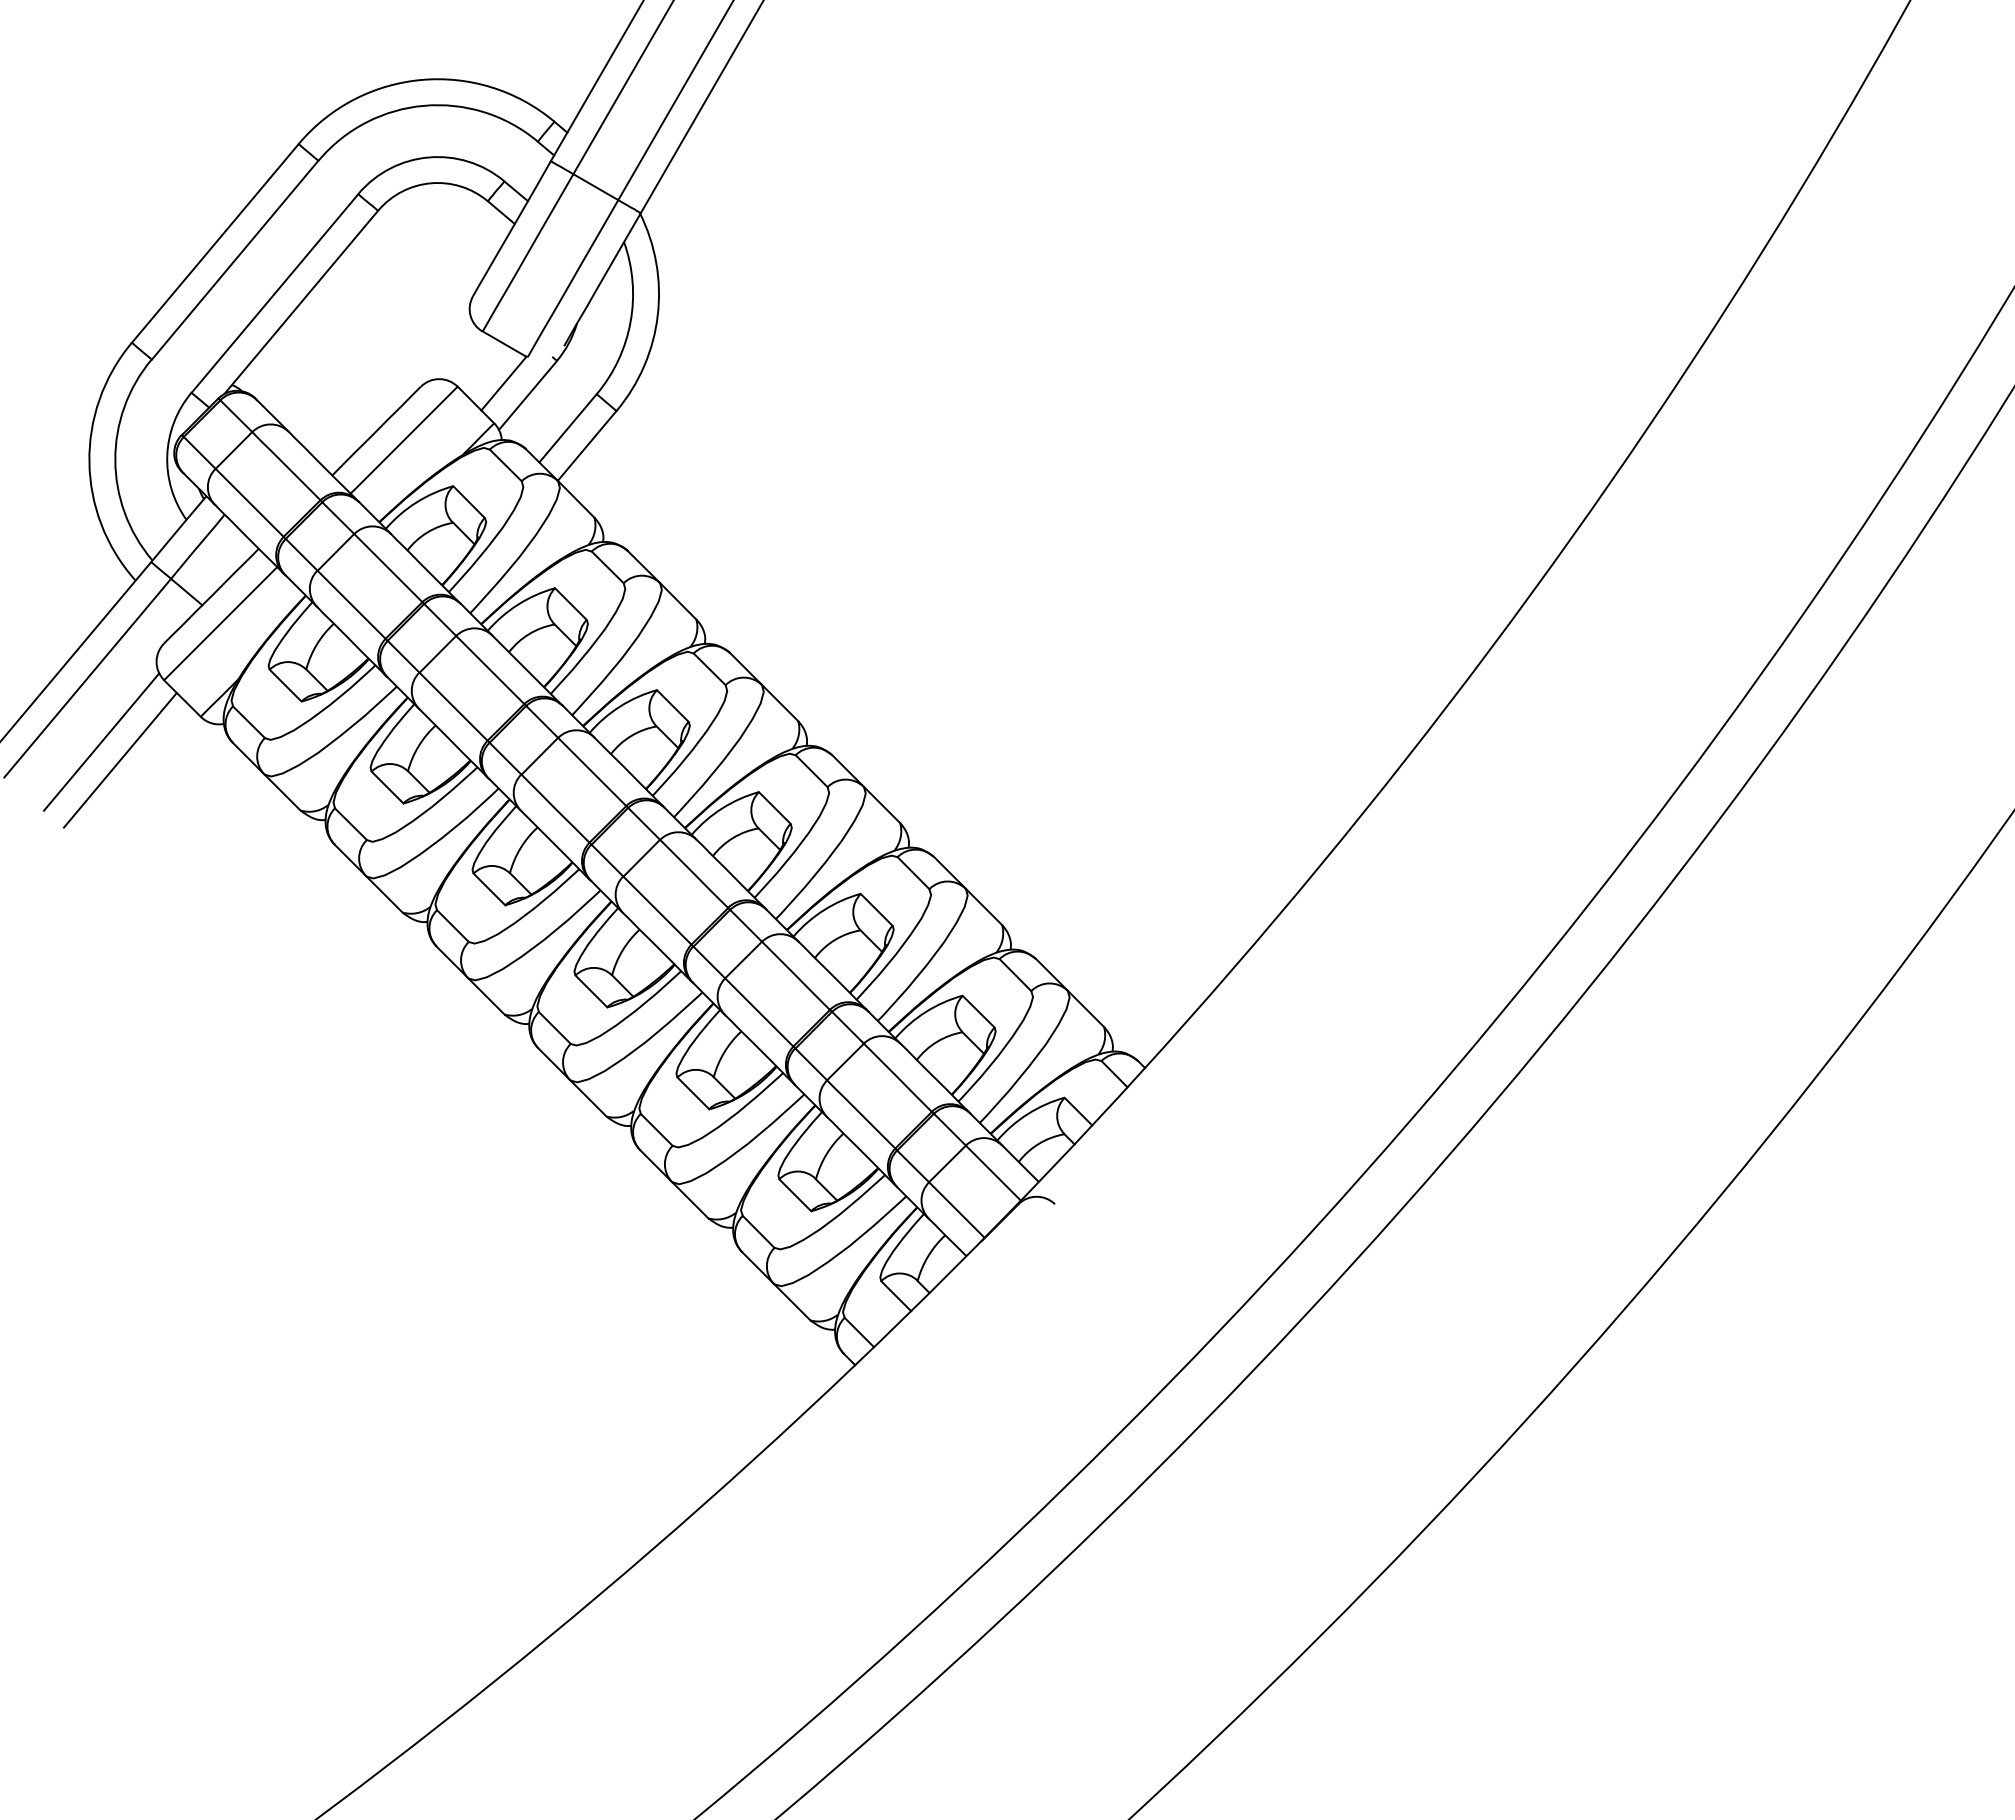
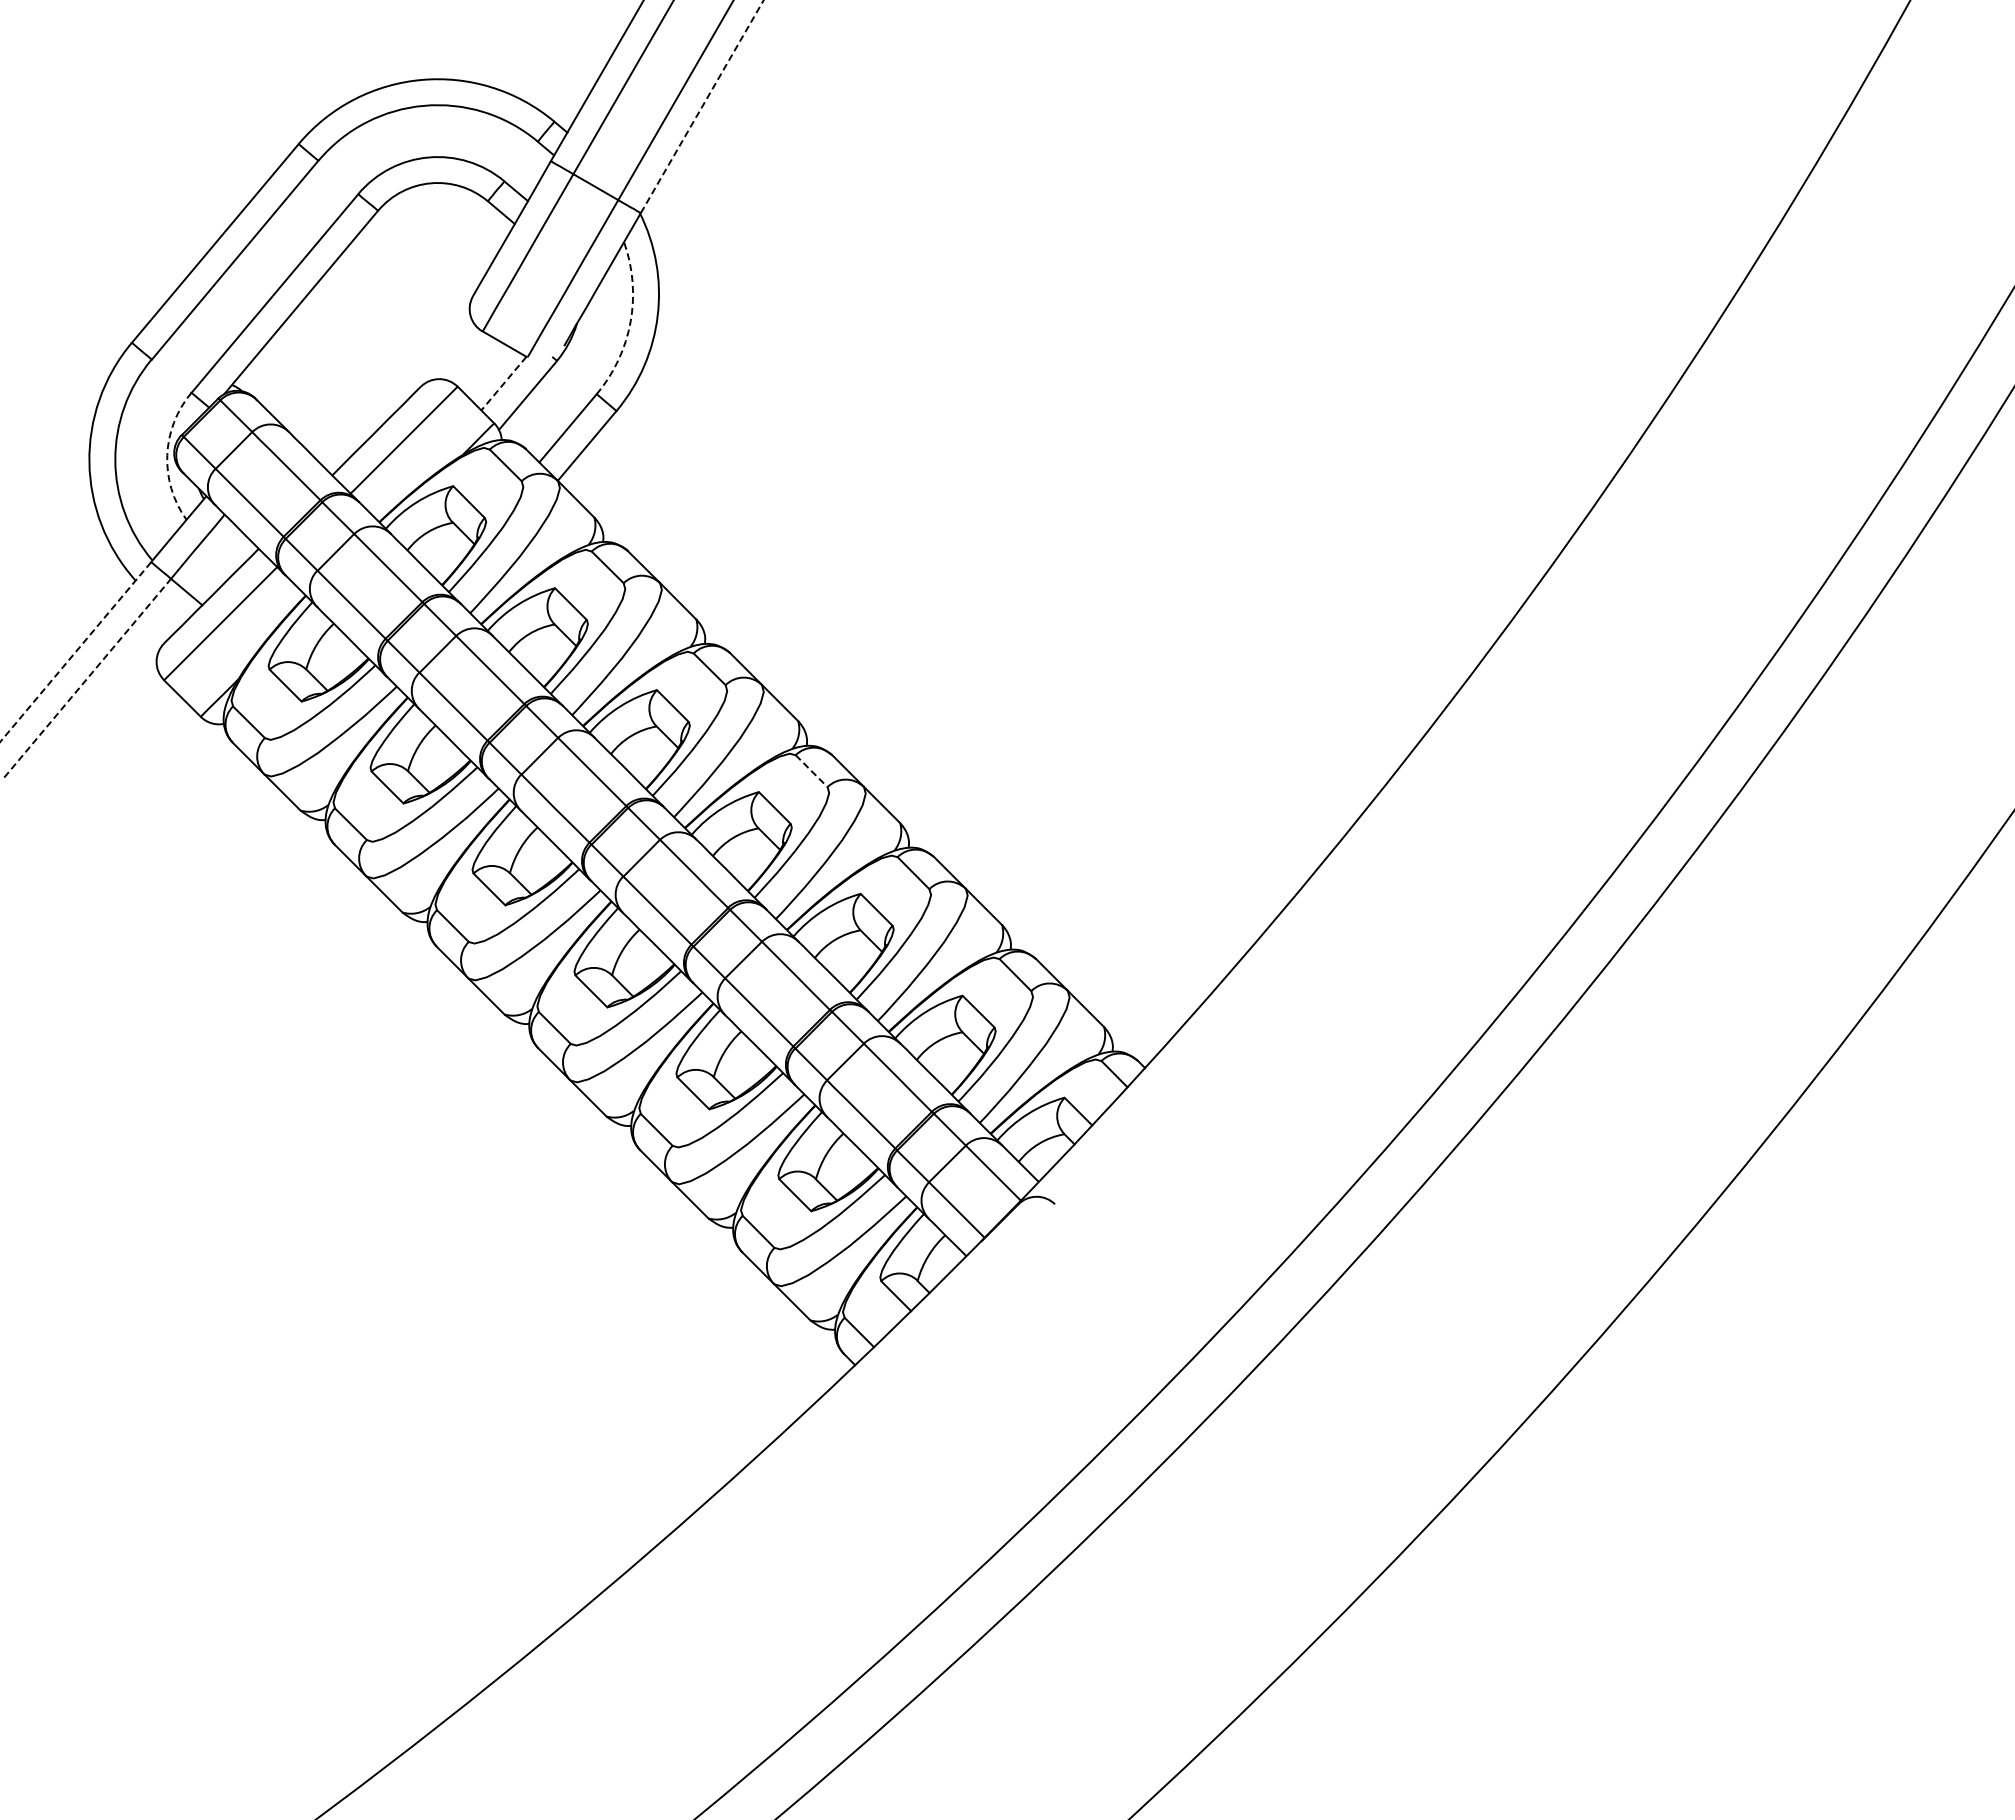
line at (702, 106): solid -> dashed
arc at (630, 321): solid -> dashed
line at (503, 384): solid -> dashed
arc at (167, 455): solid -> dashed
line at (75, 652): solid -> dashed
line at (87, 678): solid -> dashed
line at (101, 741): present -> none
line at (119, 760): present -> none
line at (811, 771): solid -> dashed
